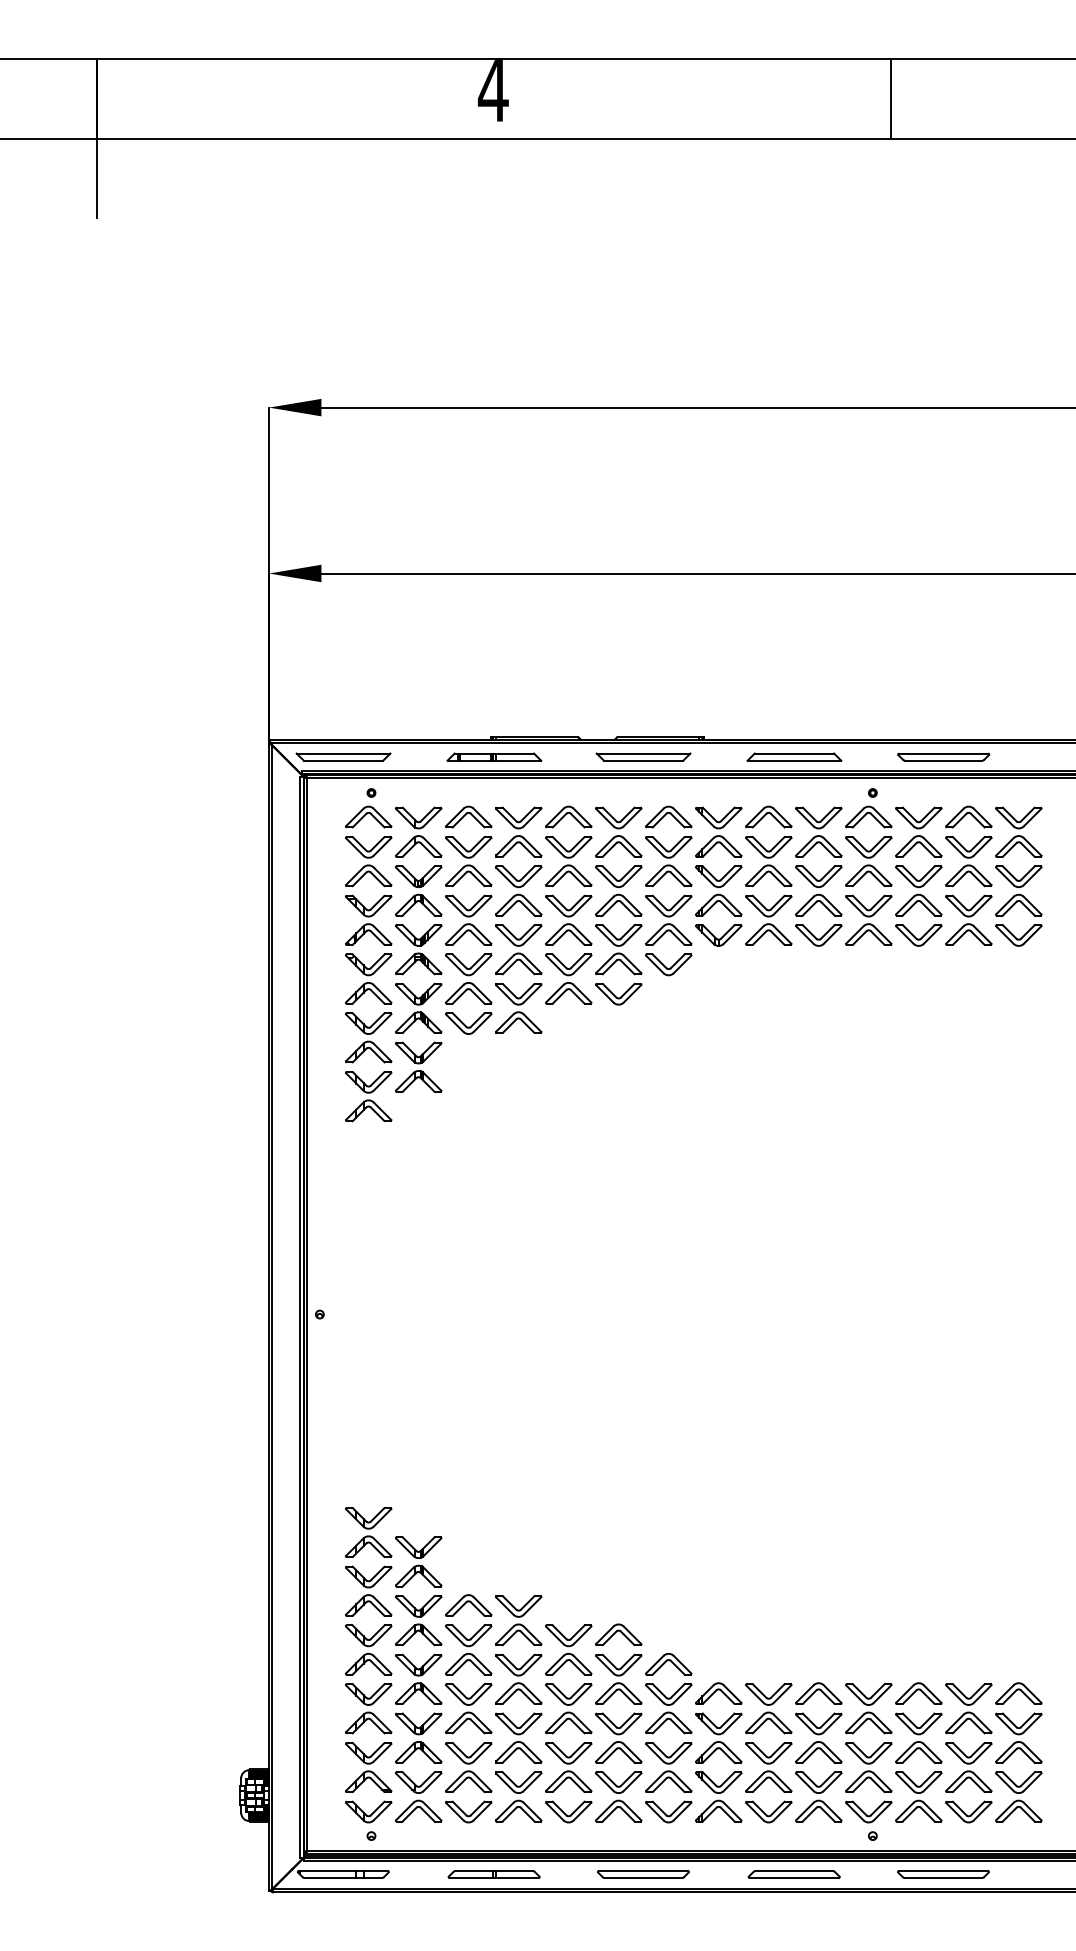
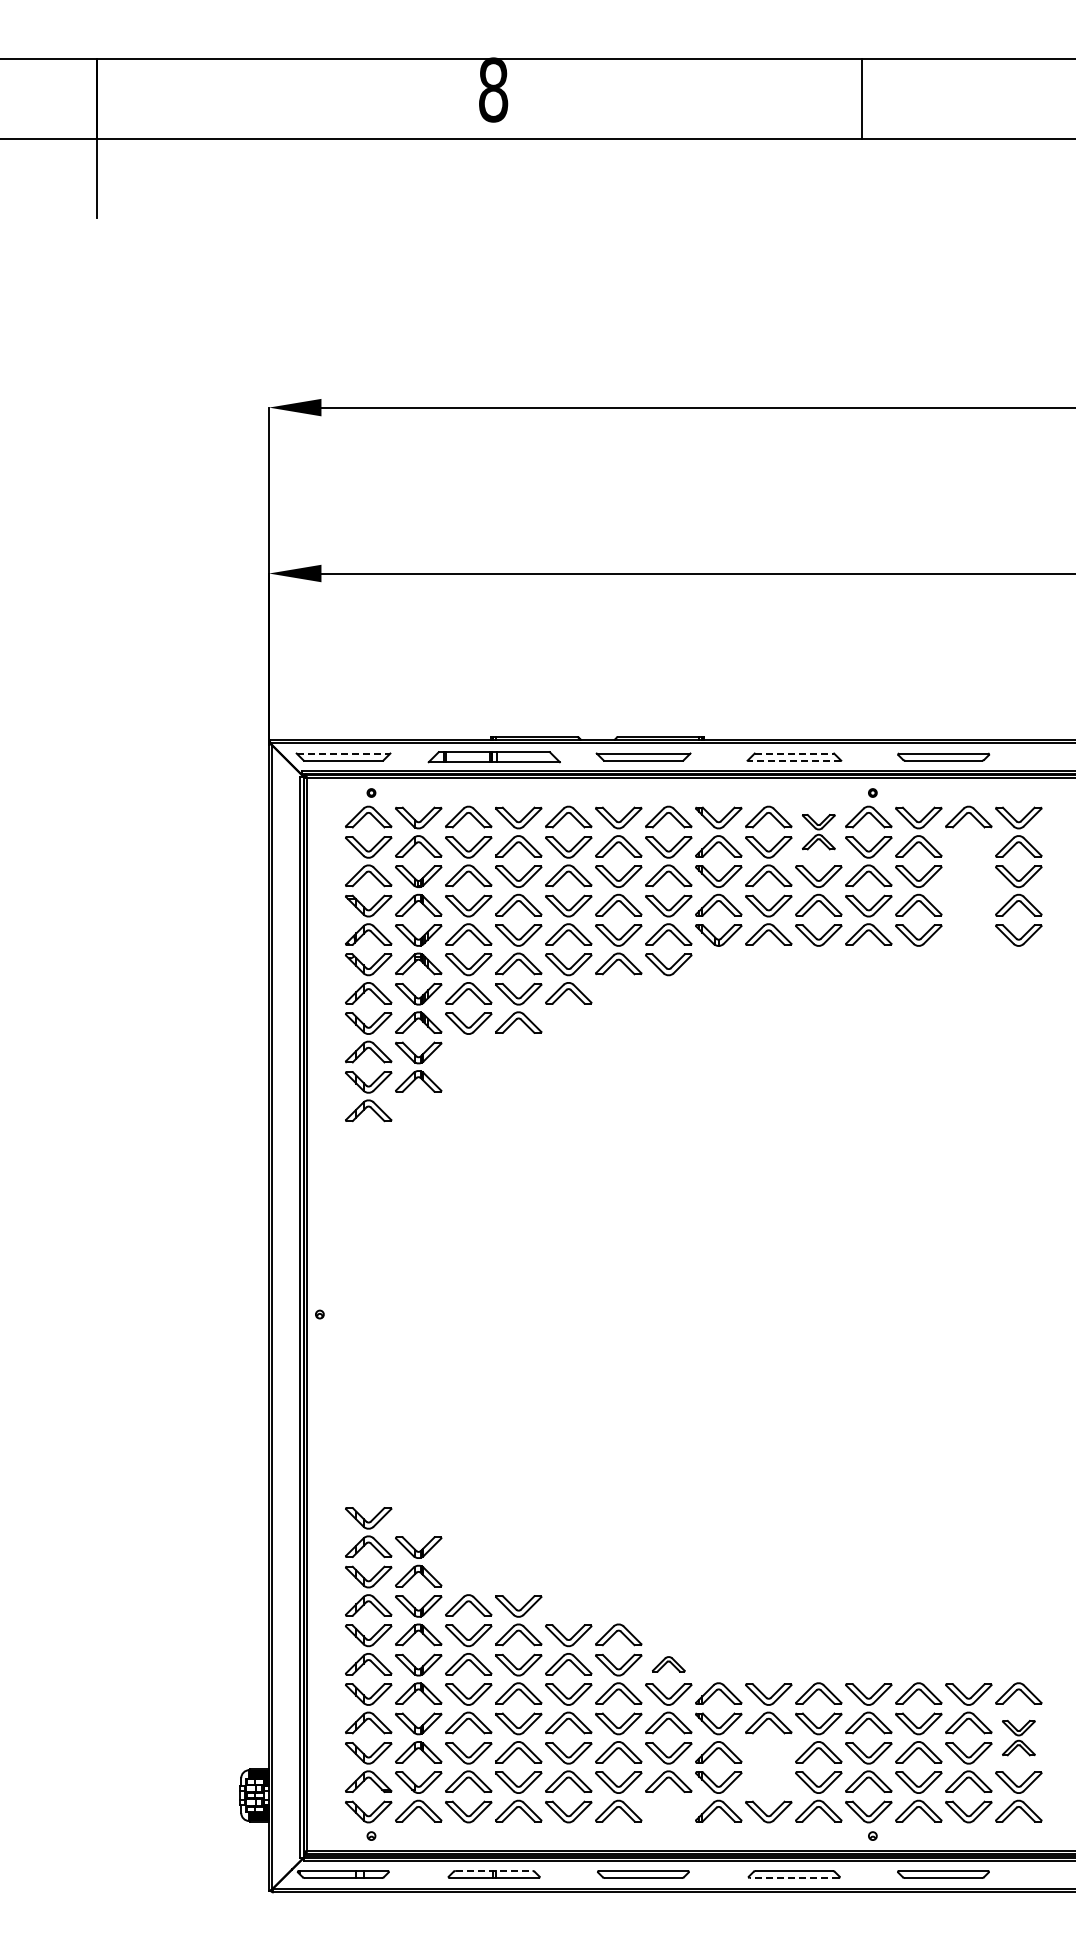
text at (492, 89): 4 -> 8
line at (891, 98) position: (891, 98) -> (862, 98)
line at (343, 753): solid -> dashed
line at (794, 753): solid -> dashed
part at (494, 756) size: 97x10 px -> 134x13 px
line at (794, 760): solid -> dashed
part at (818, 831) size: 48x52 px -> 34x37 px
part at (959, 880): present -> none
part at (618, 994): present -> none
part at (668, 1664) size: 48x23 px -> 35x17 px
part at (1018, 1737) size: 48x52 px -> 34x37 px
part at (768, 1767): present -> none
part at (668, 1811): present -> none
line at (494, 1870): solid -> dashed
line at (794, 1878): solid -> dashed
